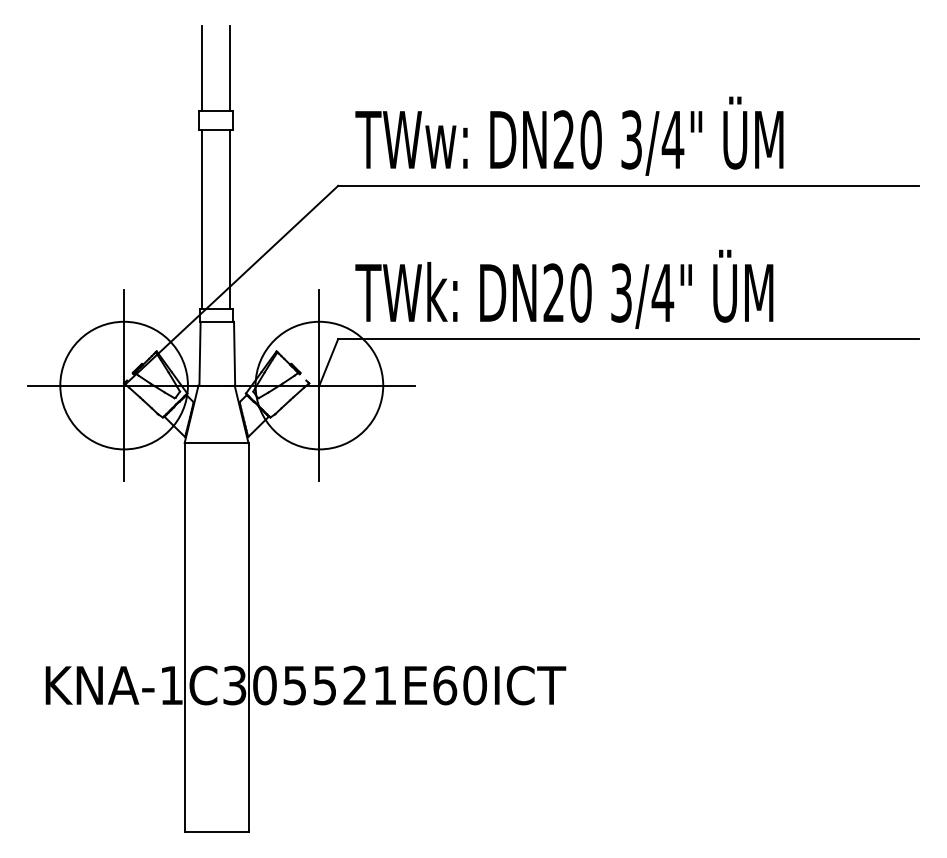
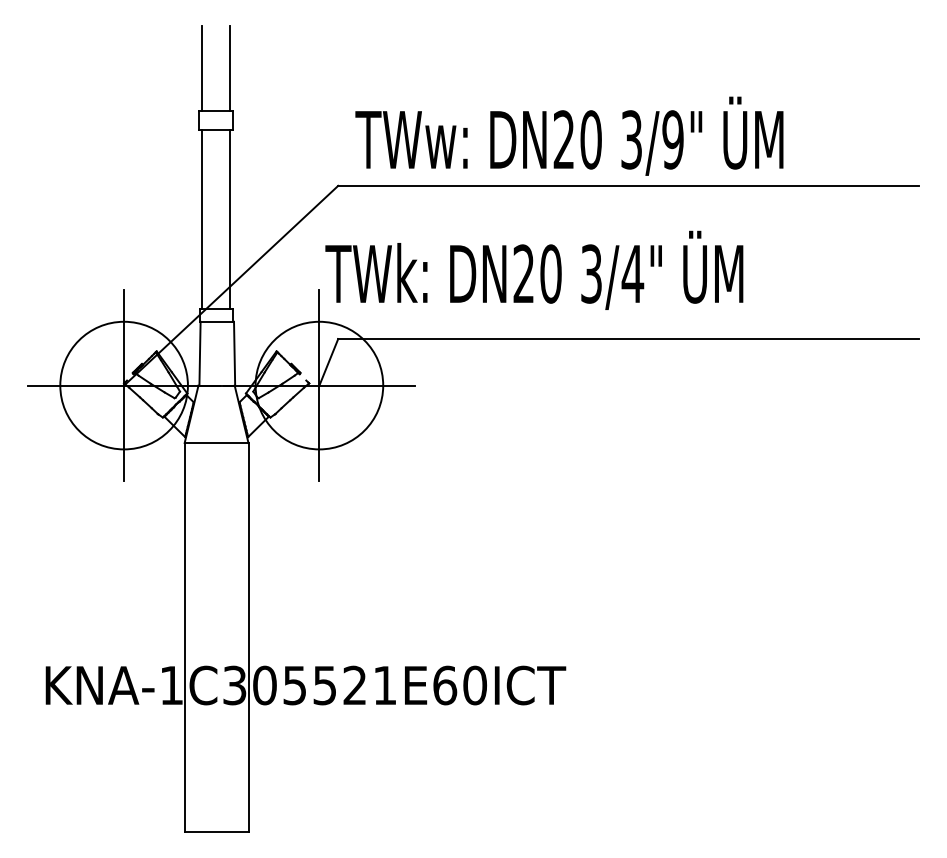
text at (672, 139): 3/4" -> 3/9"
text at (564, 288) position: (564, 288) -> (534, 269)
